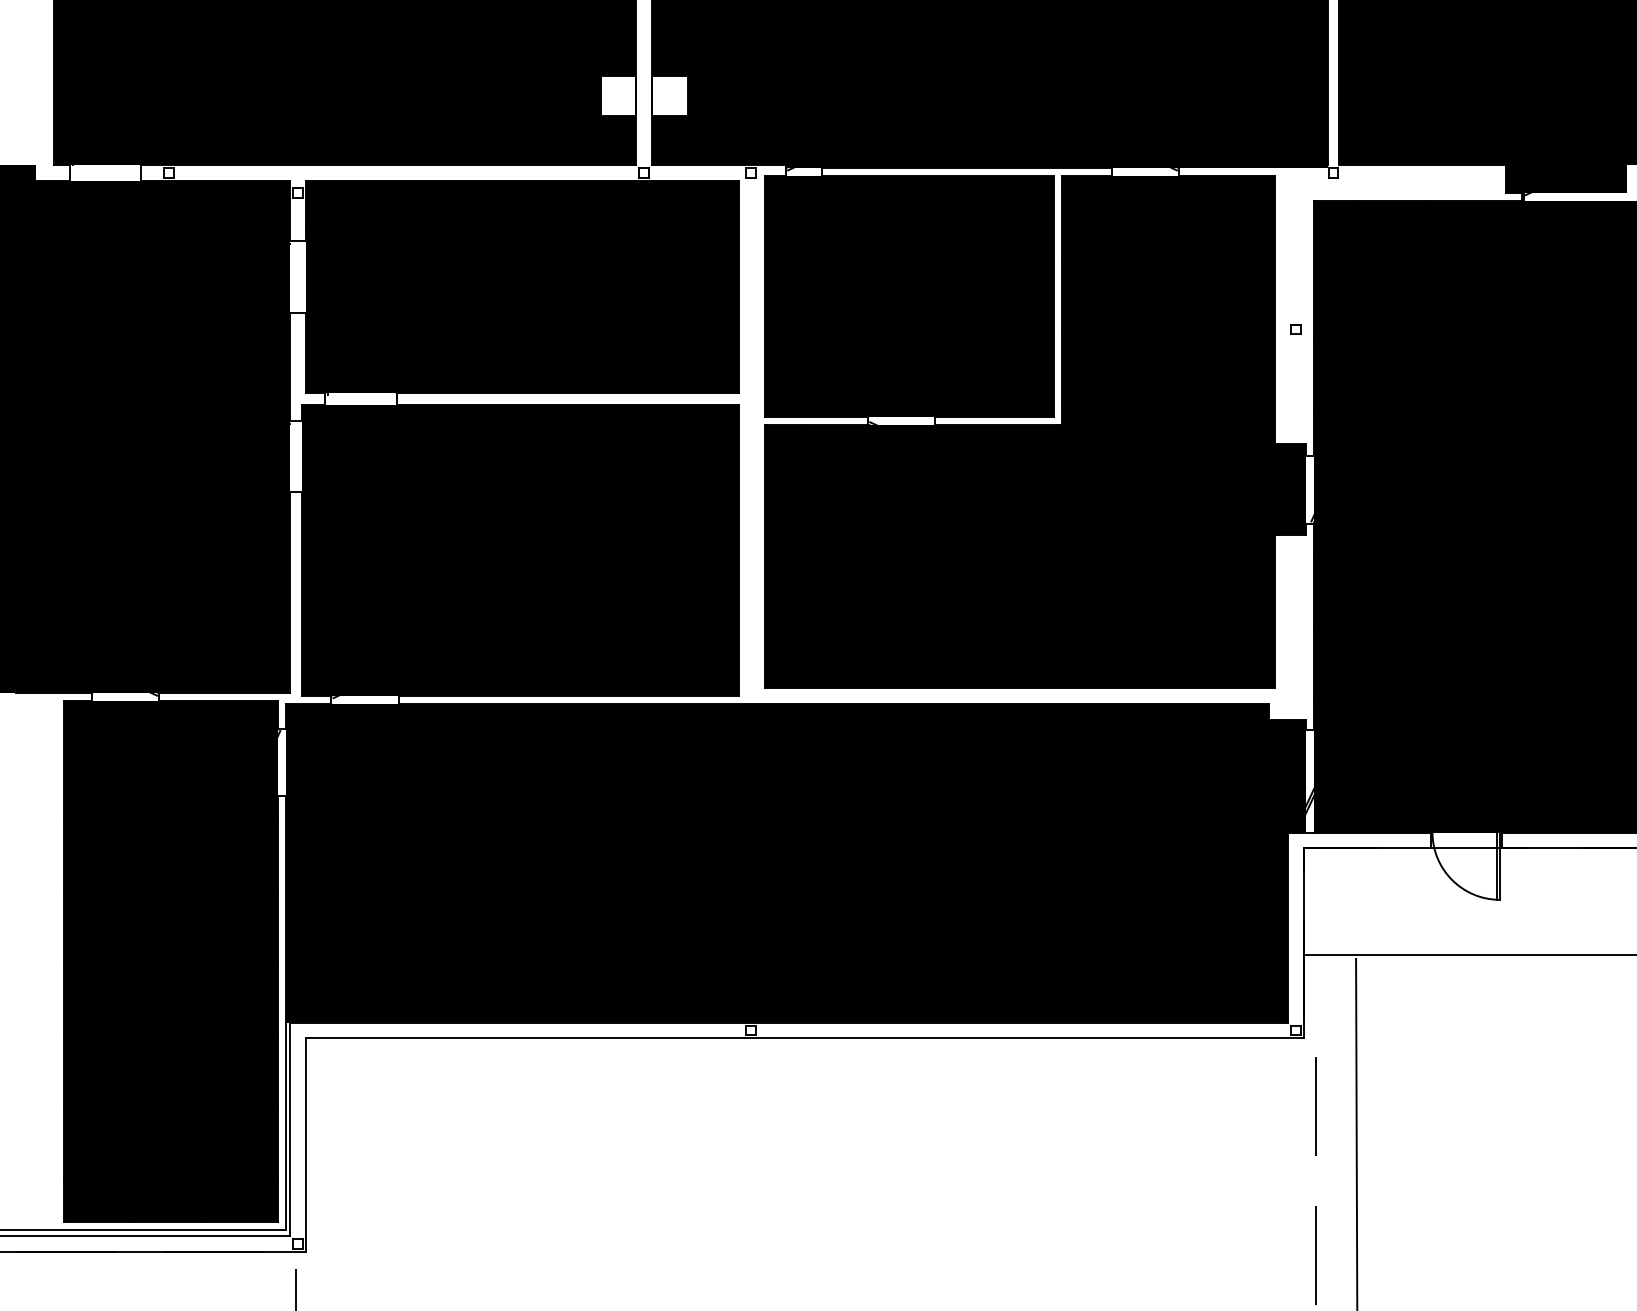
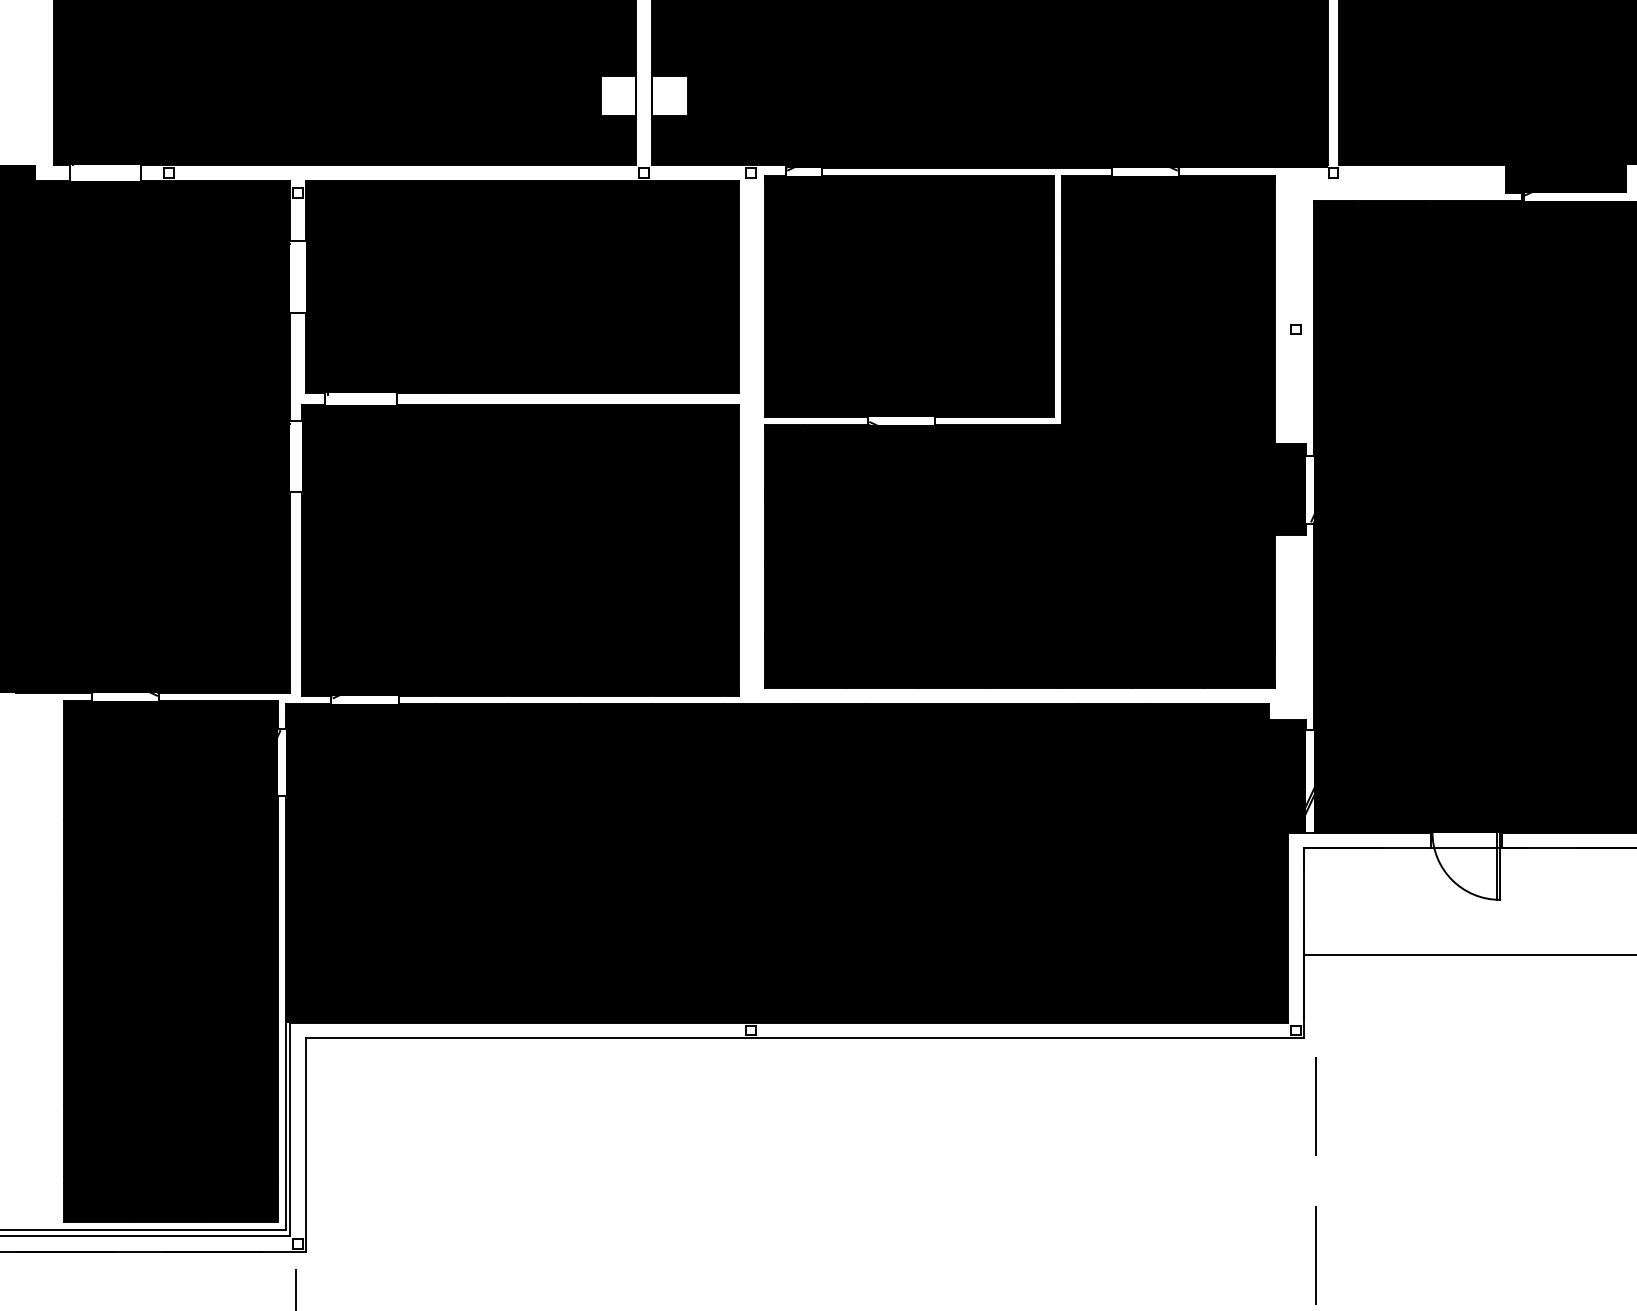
line at (1356, 1132): present -> none
